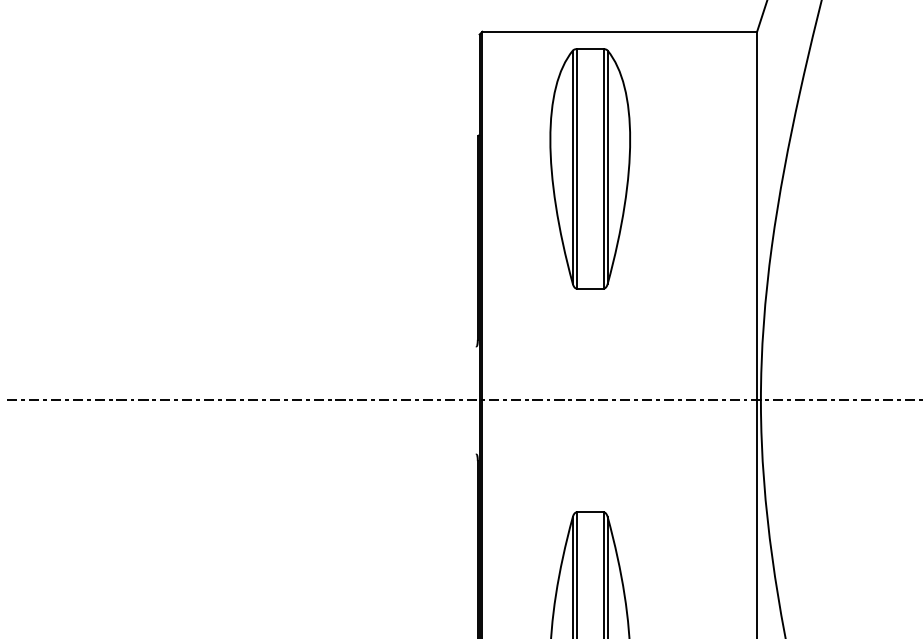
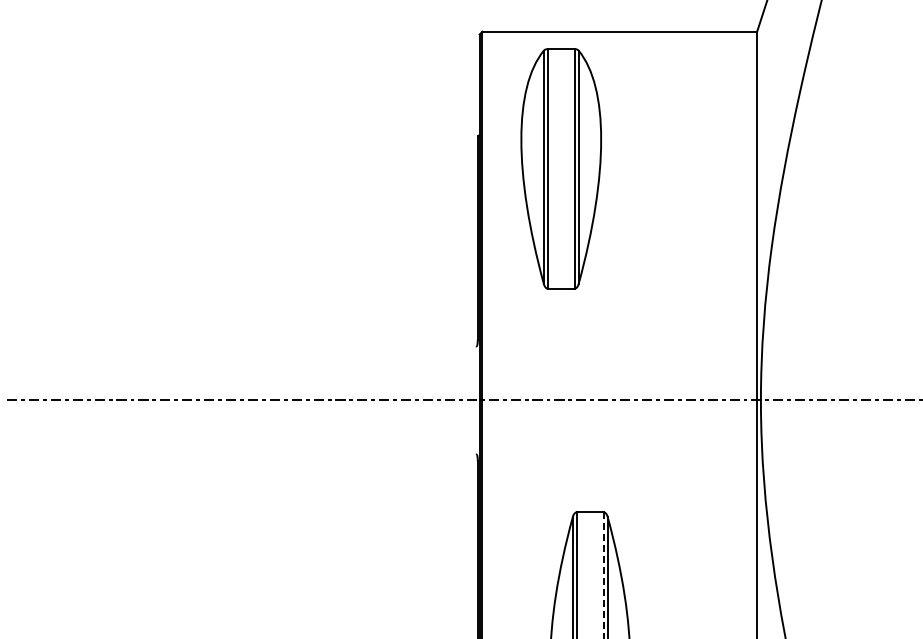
part at (589, 168) position: (589, 168) -> (560, 168)
line at (603, 575): solid -> dashed
